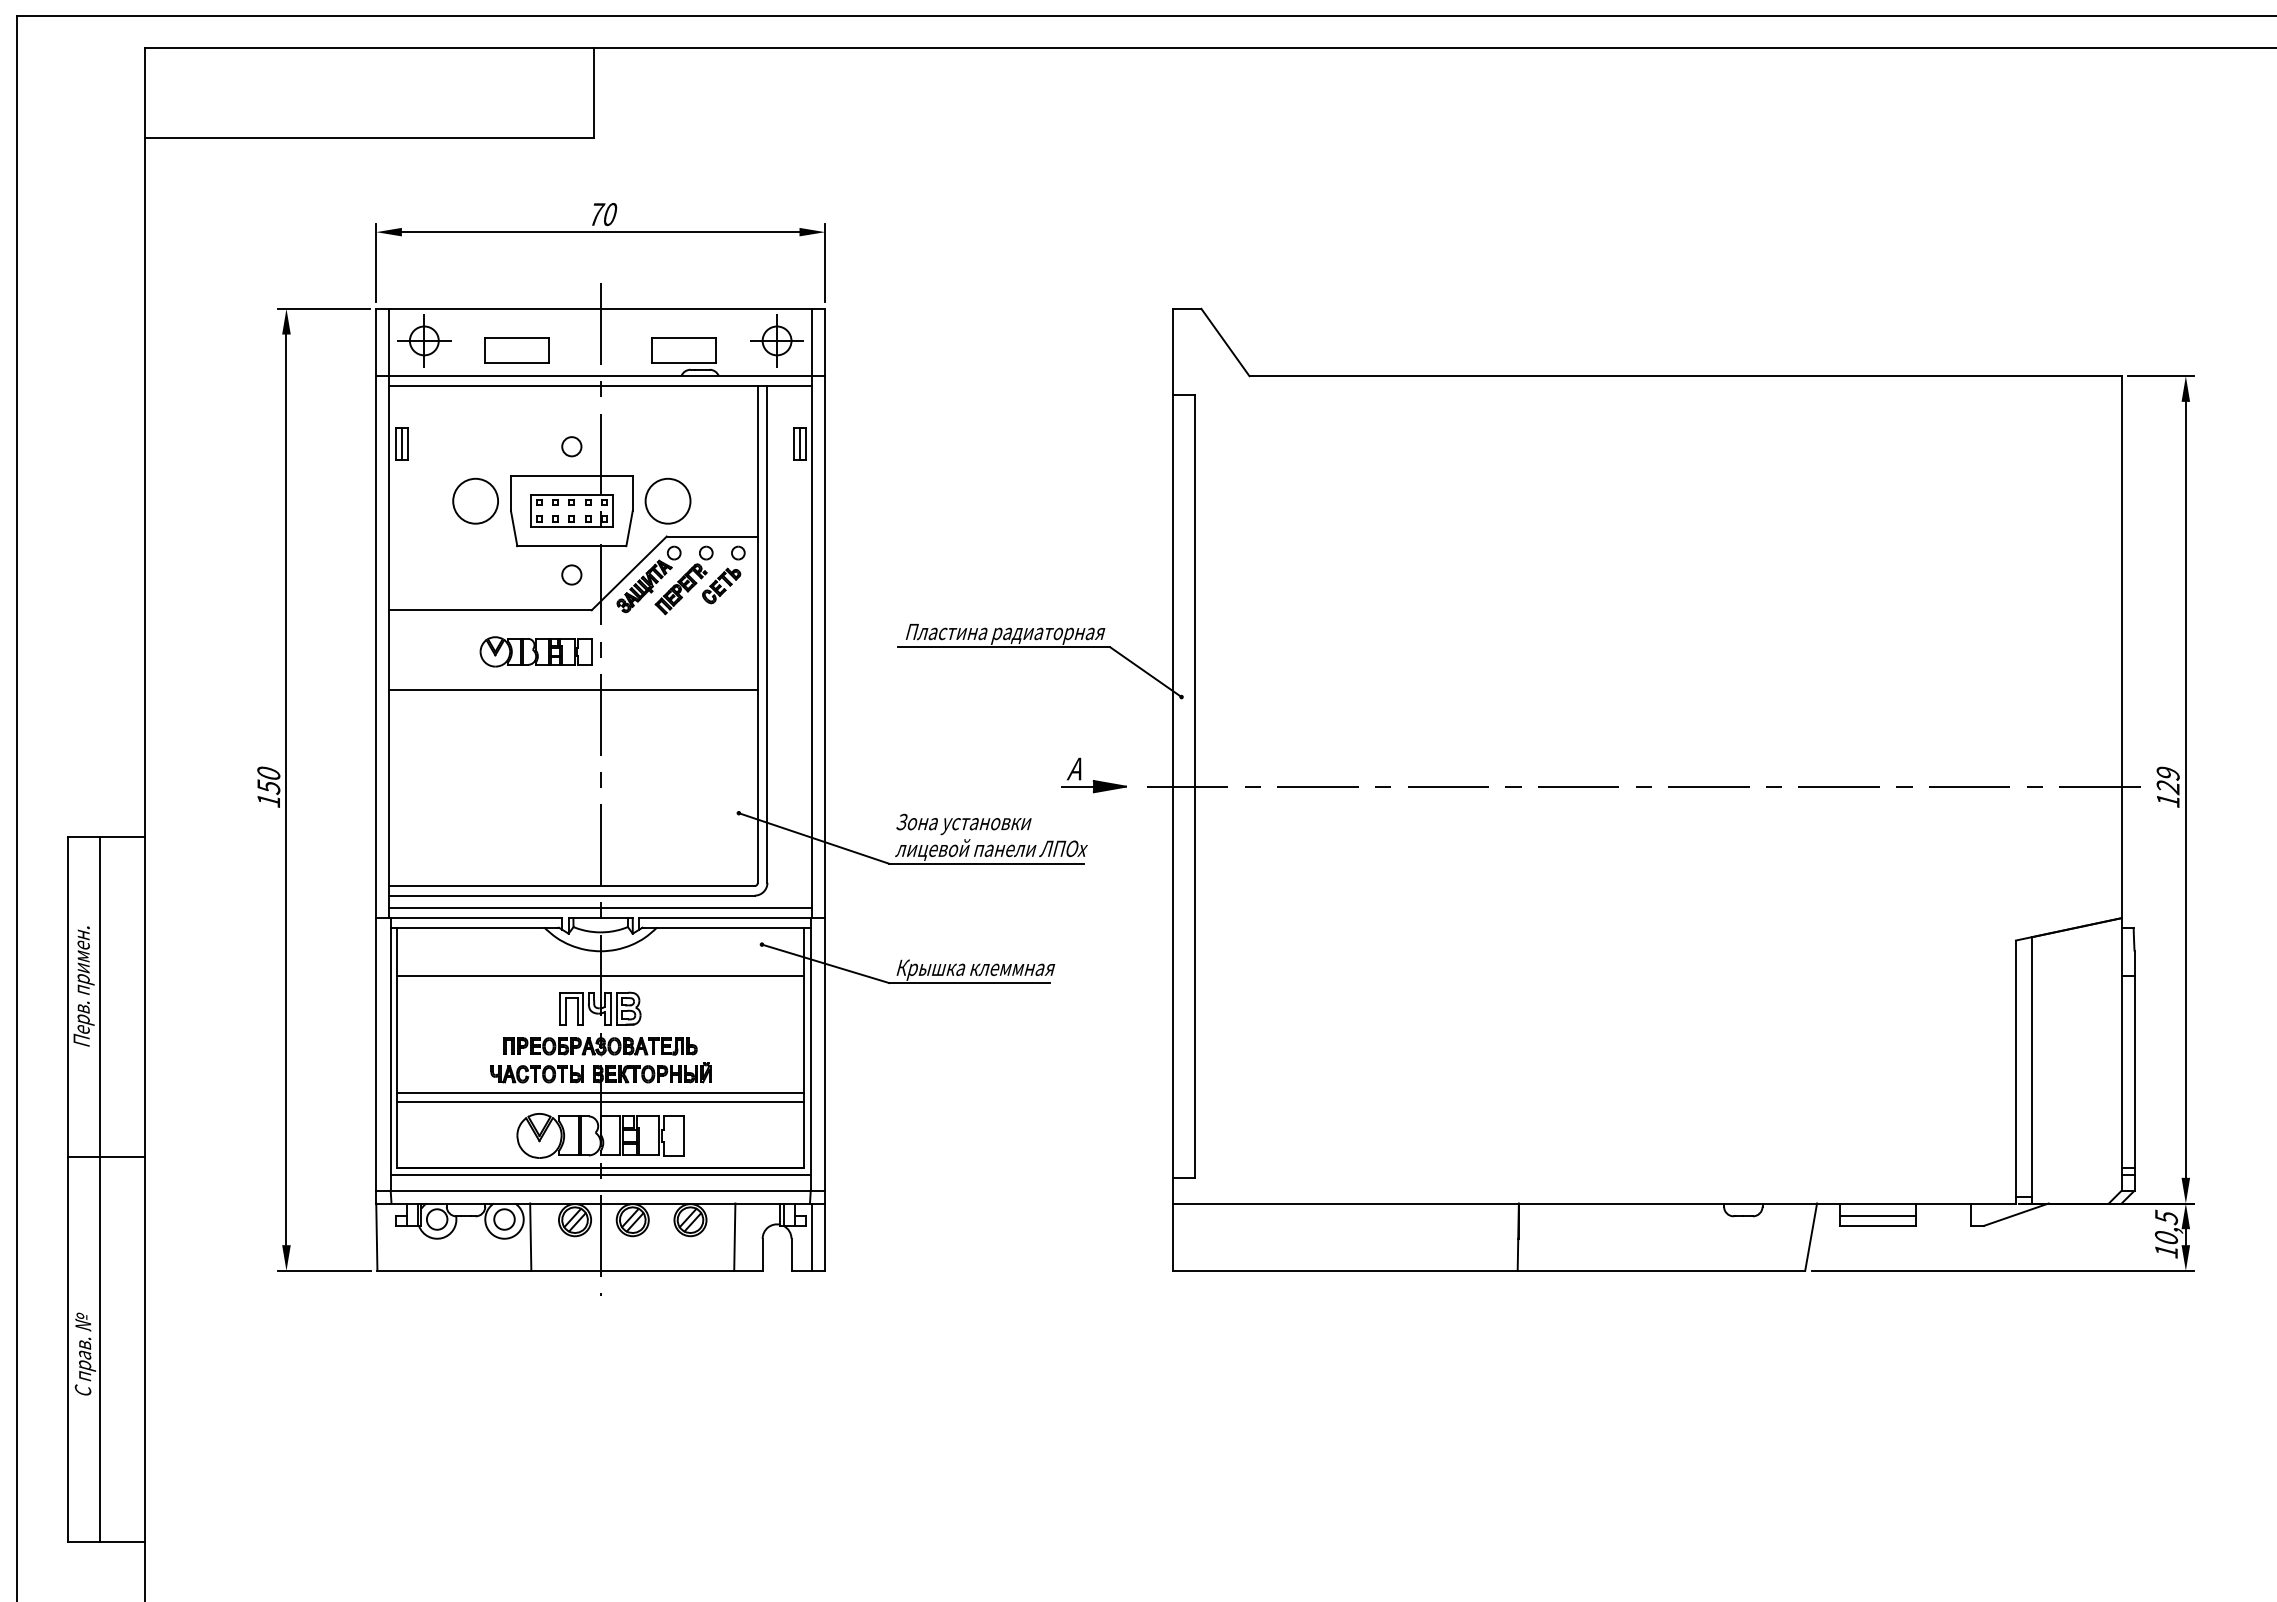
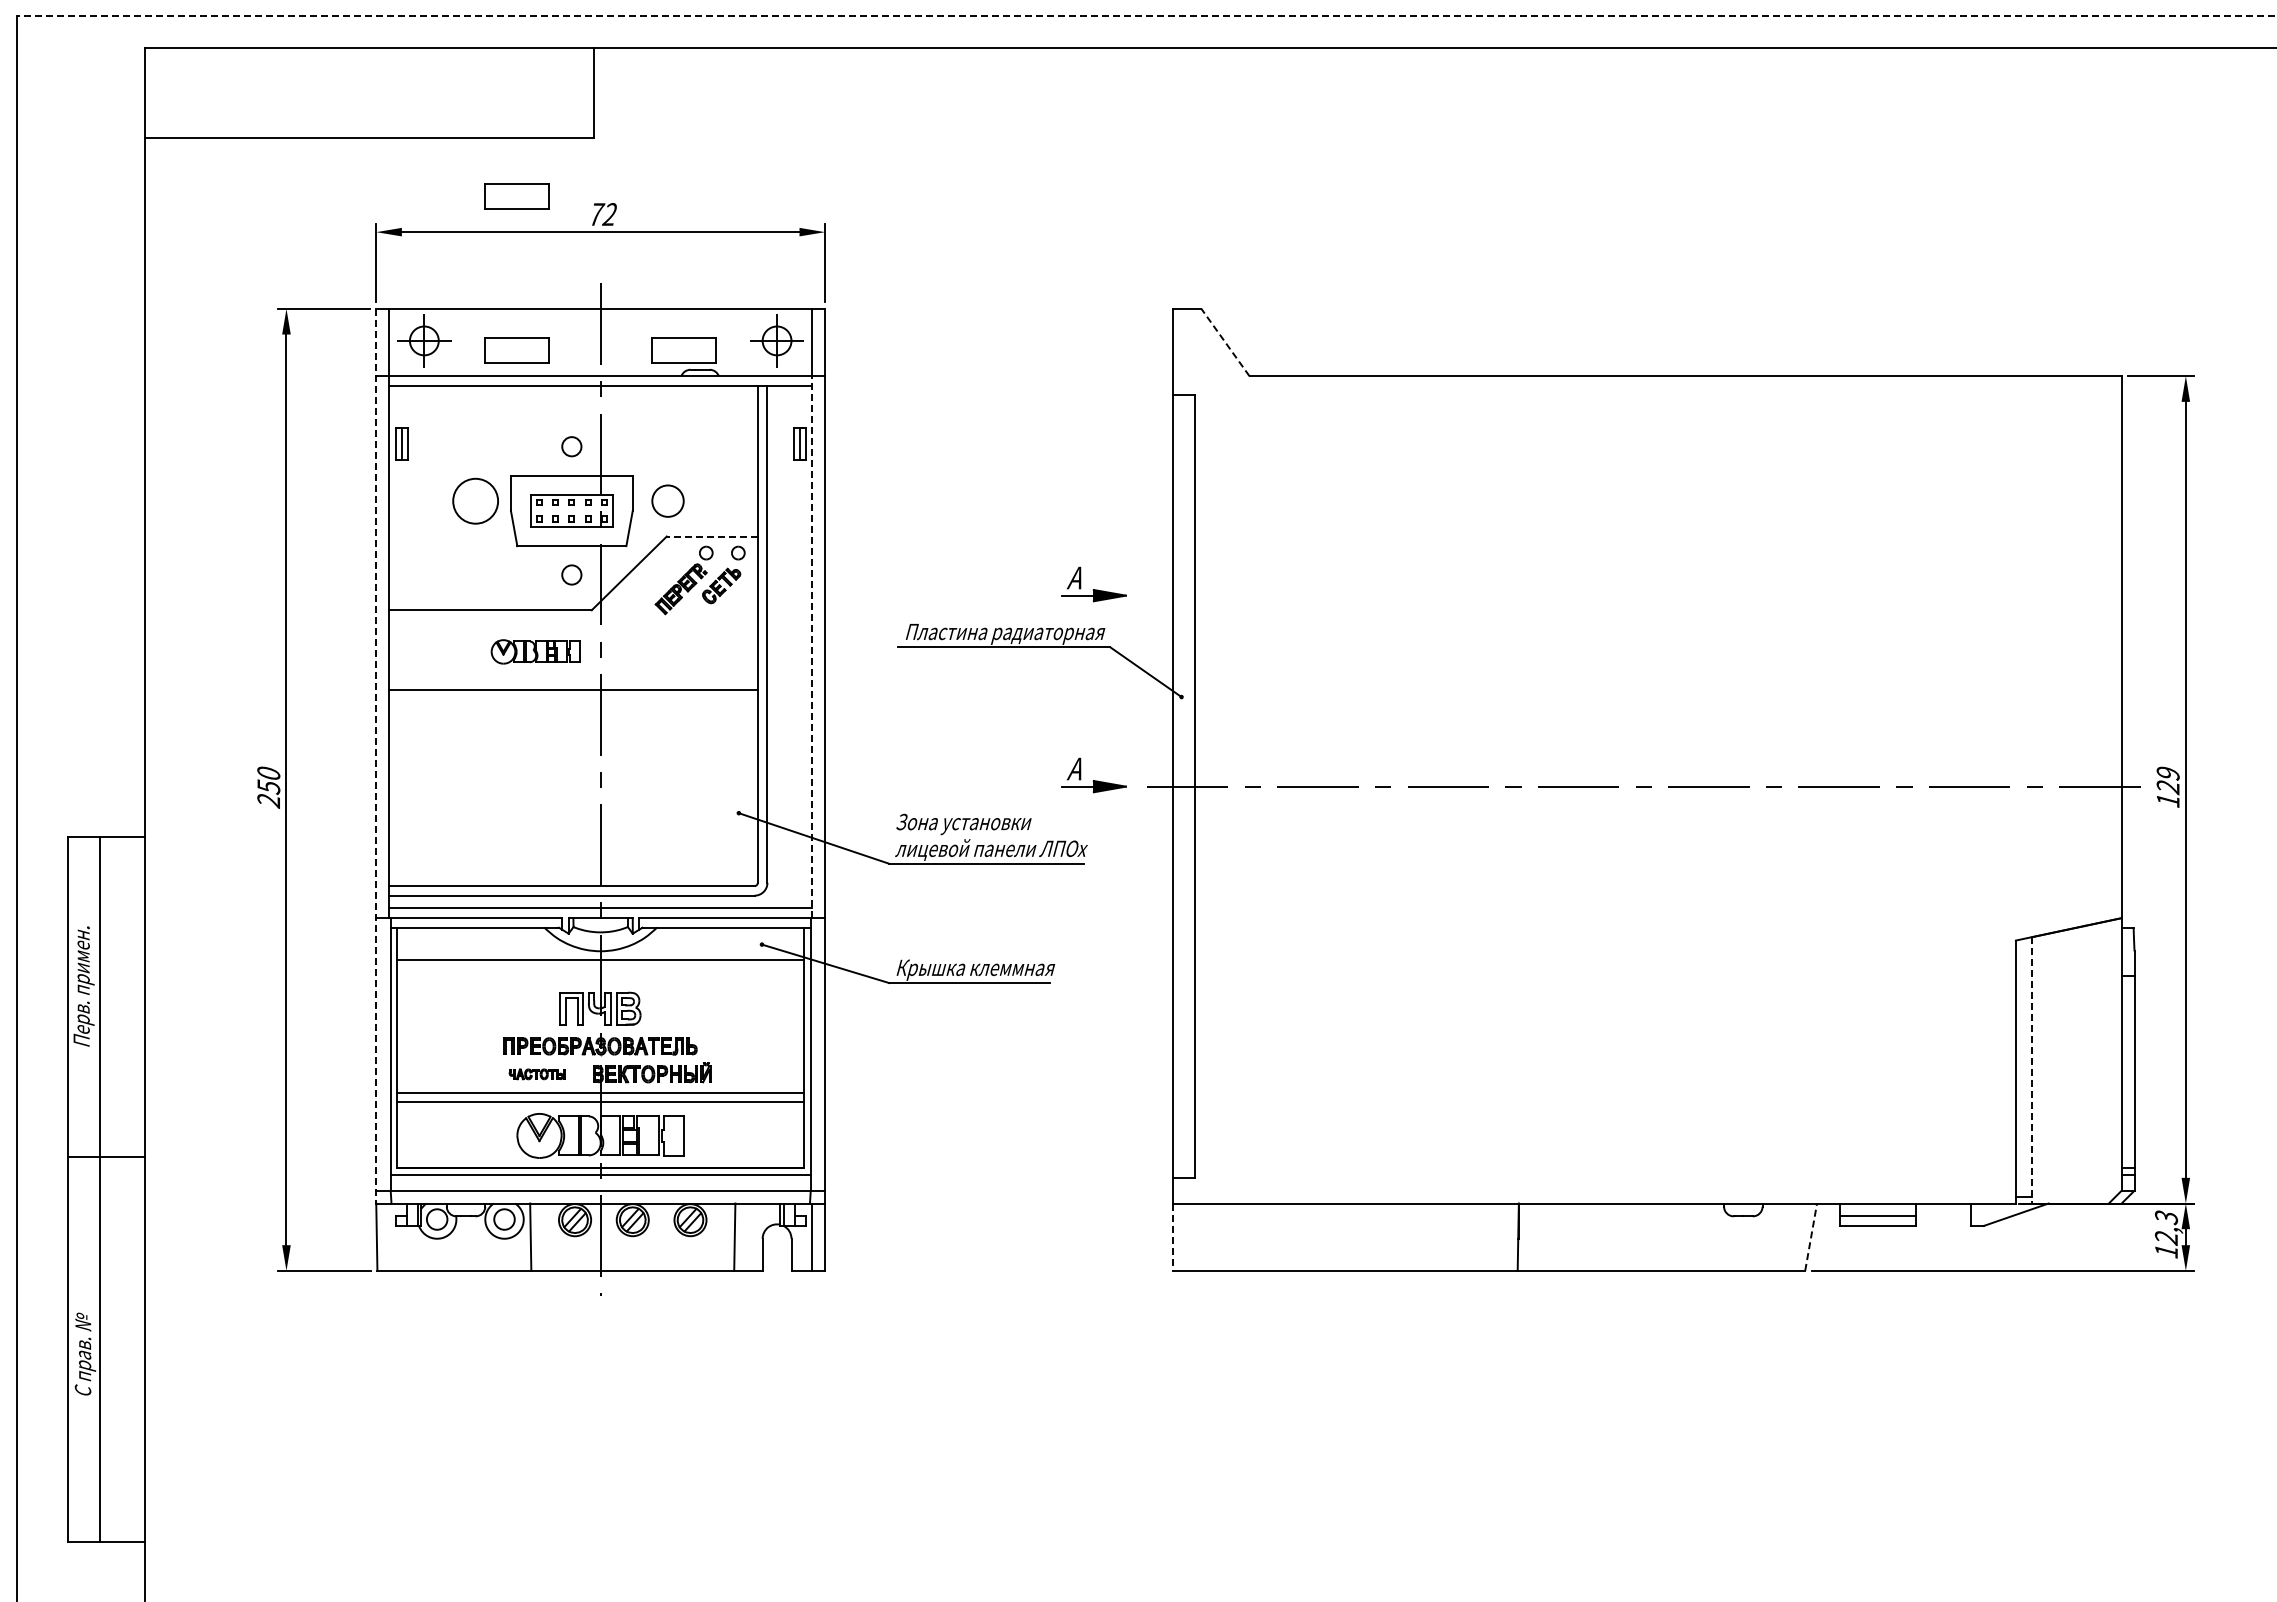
line at (1146, 15): solid -> dashed
part at (516, 196): none -> present
text at (609, 214): 70 -> 72
line at (1225, 342): solid -> dashed
circle at (667, 500) size: 48x48 px -> 34x34 px
line at (712, 536): solid -> dashed
part at (648, 579): present -> none
part at (1093, 584): none -> present
line at (812, 647): solid -> dashed
part at (535, 651) size: 114x32 px -> 91x26 px
line at (376, 756): solid -> dashed
text at (268, 801): 150 -> 250
line at (600, 975) position: (600, 975) -> (600, 959)
line at (2031, 1070): solid -> dashed
part at (536, 1074) size: 94x19 px -> 58x13 px
text at (2166, 1227): 10,5 -> 12,3
line at (1811, 1236): solid -> dashed
line at (1172, 1237): solid -> dashed
